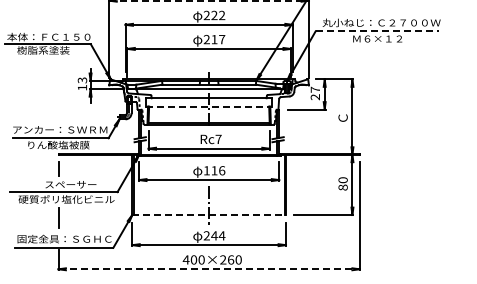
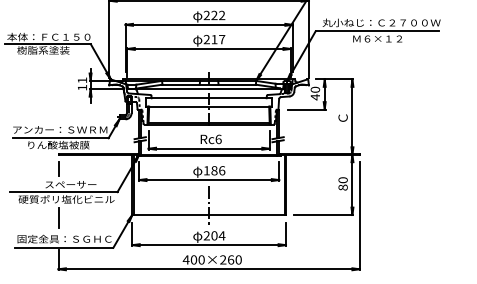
line at (209, 0): dashed -> solid
line at (377, 31): dashed -> solid
text at (82, 80): 13 -> 11
text at (315, 93): 27 -> 40
line at (209, 106): dashed -> solid
text at (218, 139): Rc7 -> Rc6
text at (214, 170): 116 -> 186
line at (209, 215): dashed -> solid
text at (214, 235): 244 -> 204
line at (209, 269): dashed -> solid
